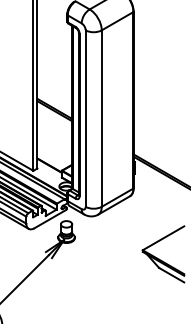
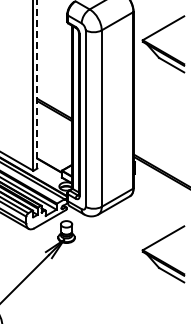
part at (163, 44): none -> present
line at (37, 84): solid -> dashed
